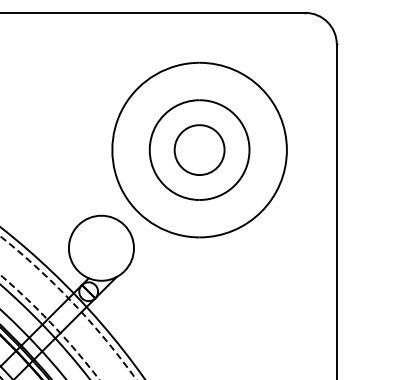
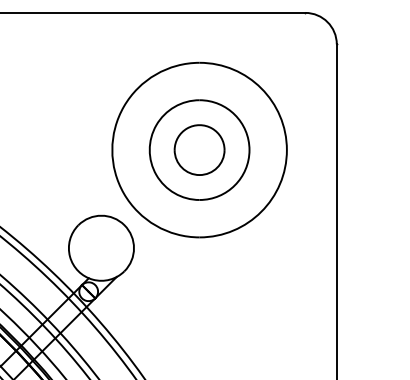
arc at (72, 302): dashed -> solid
arc at (52, 324): dashed -> solid
